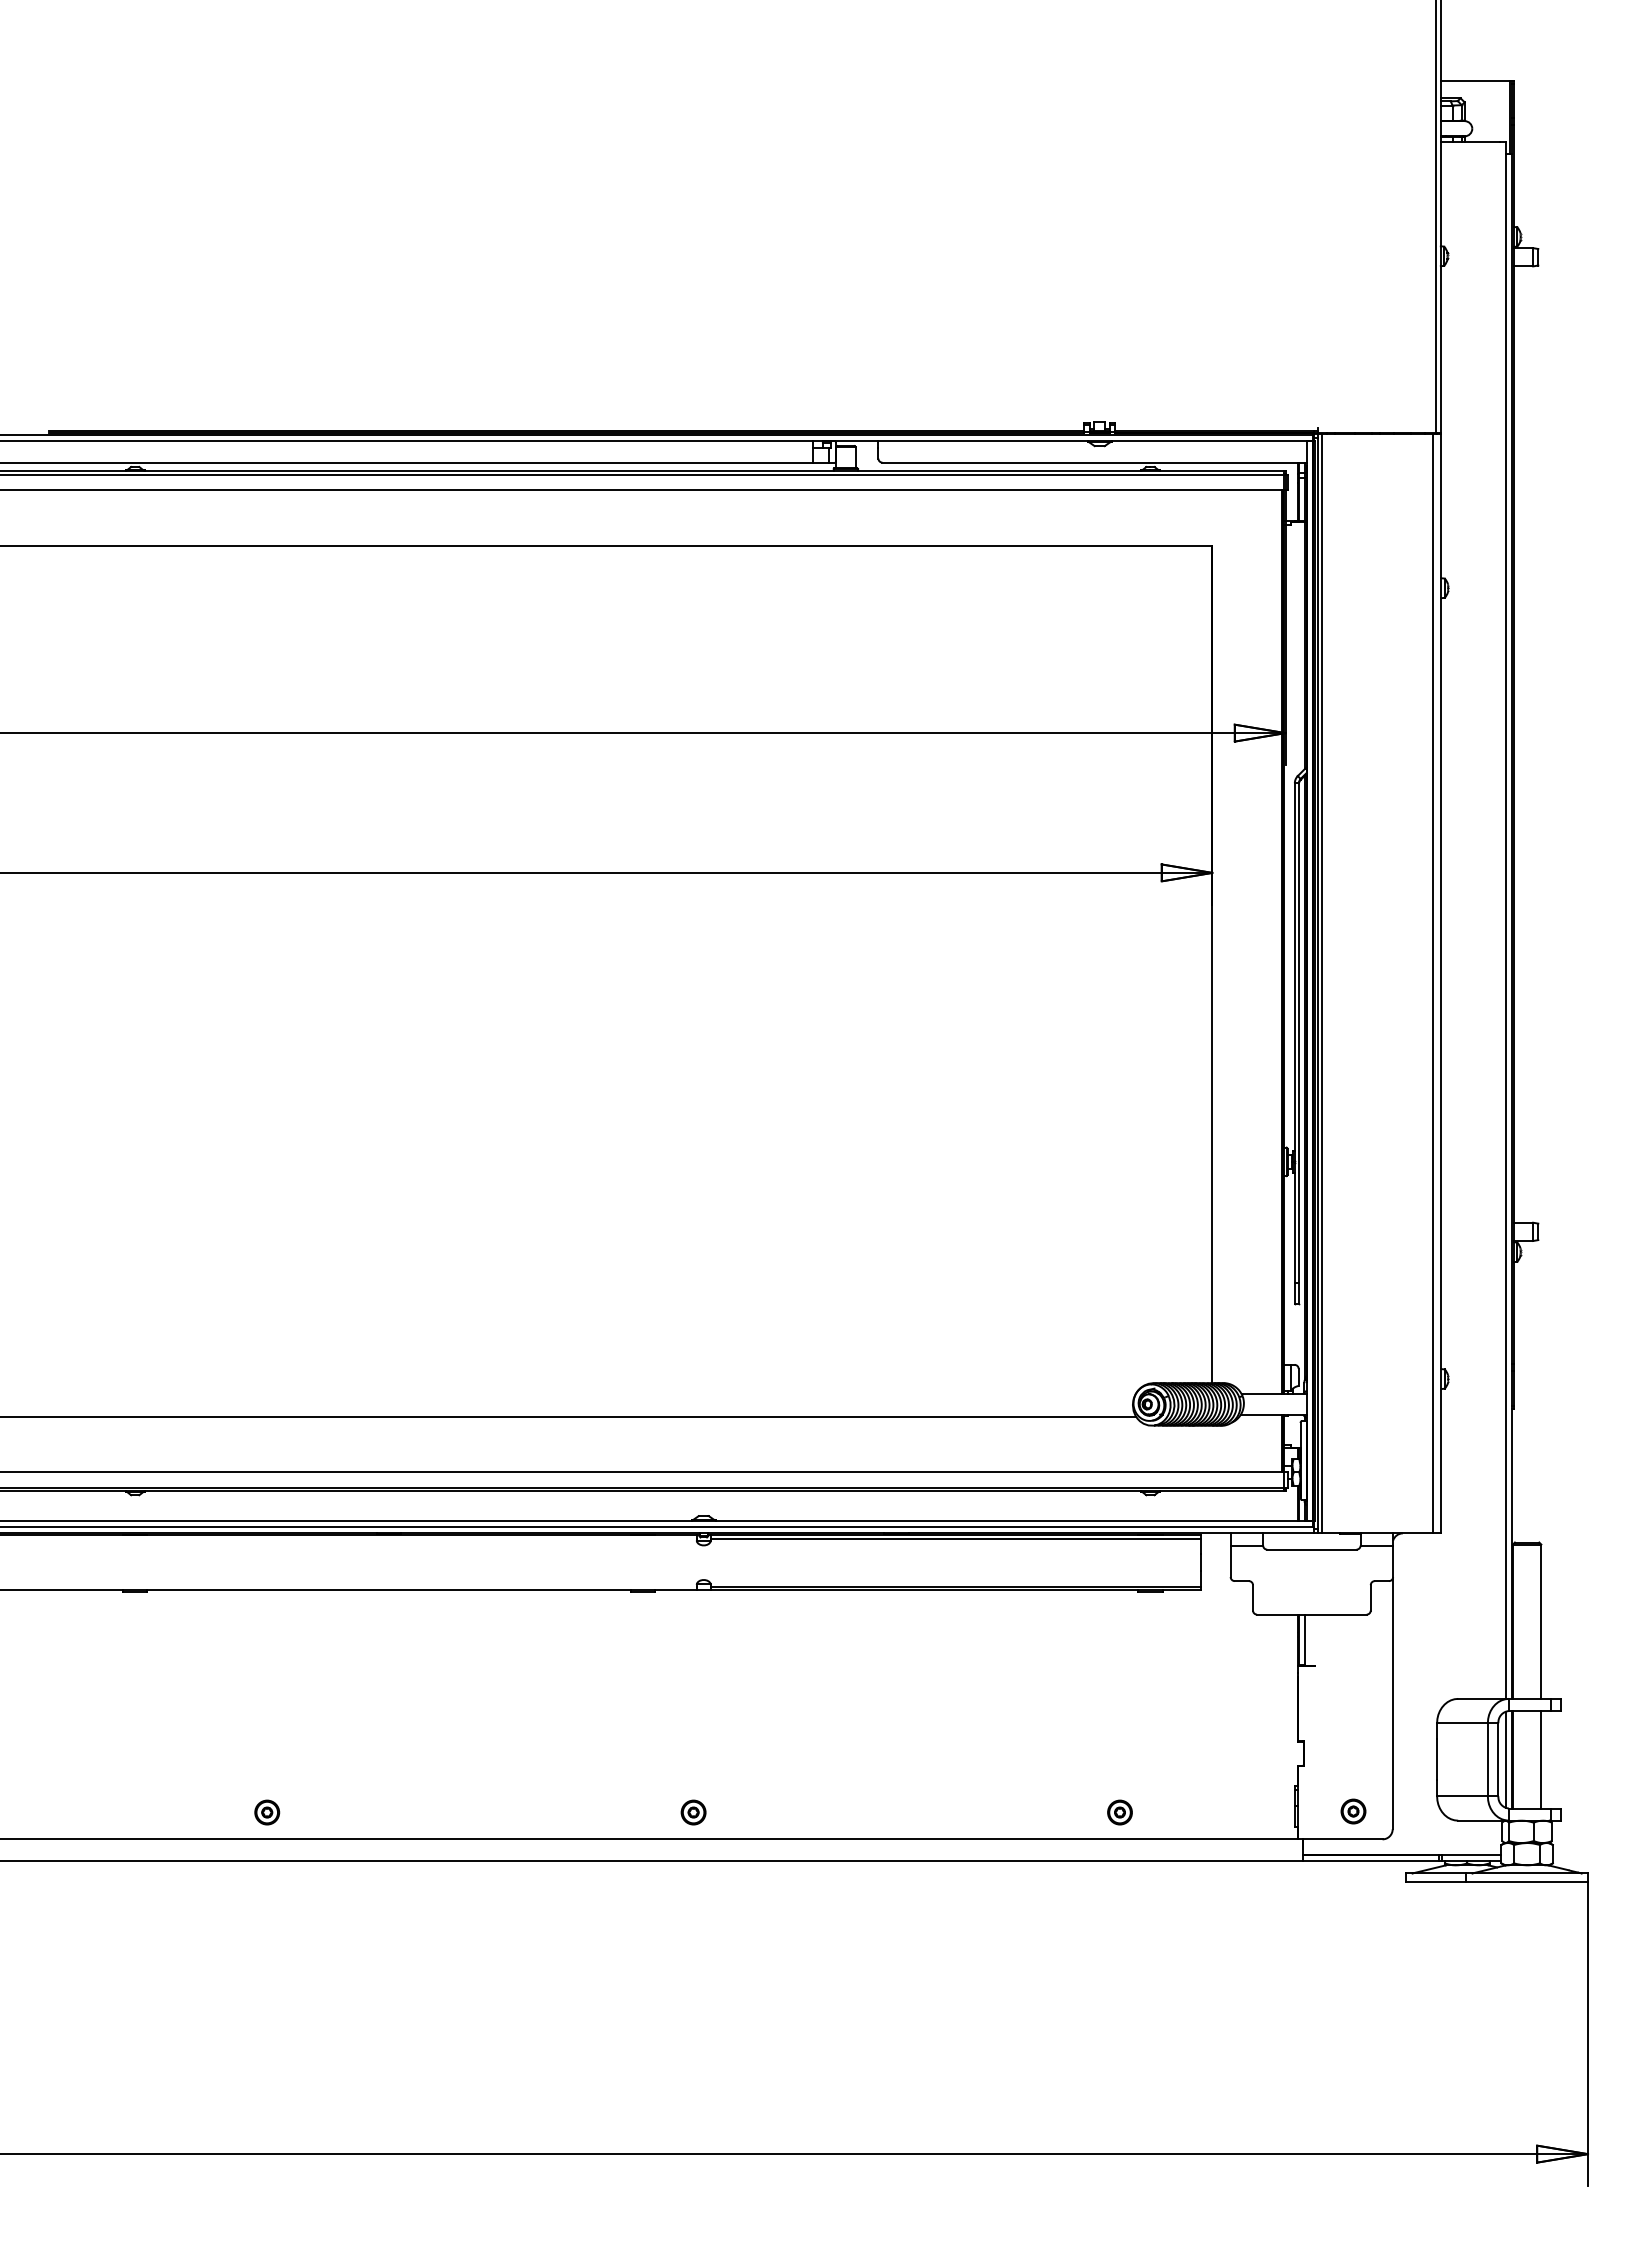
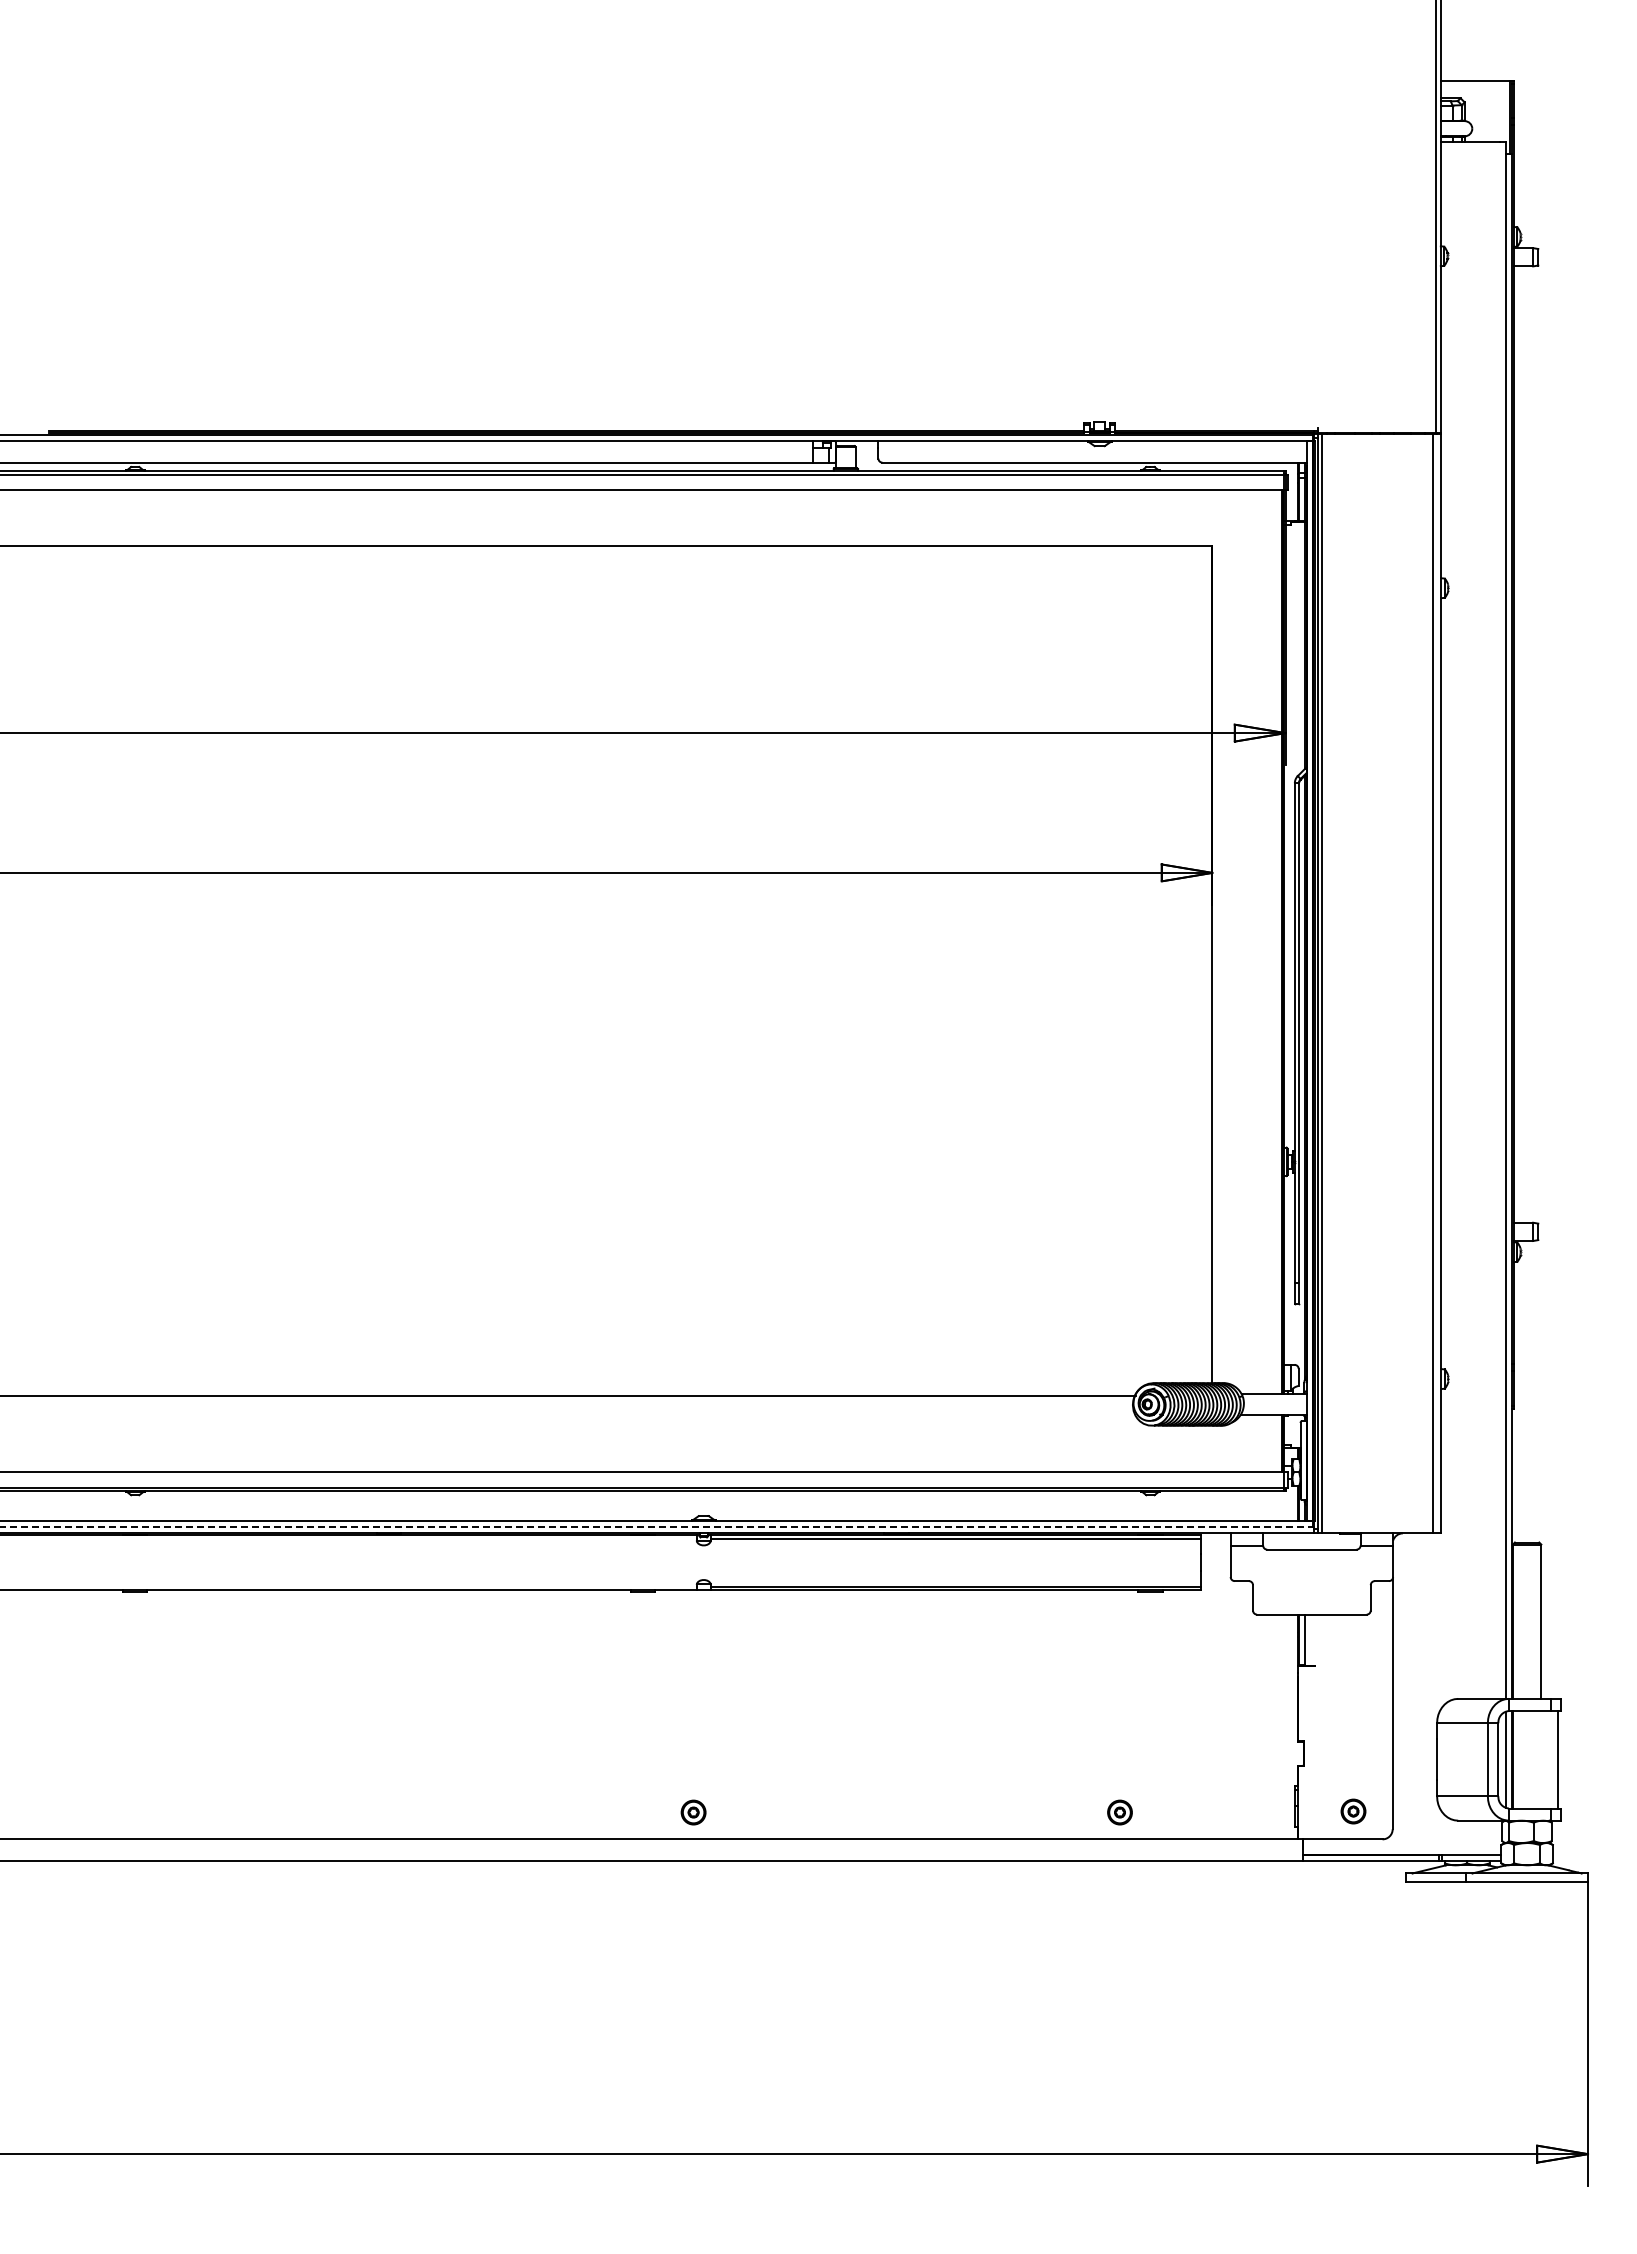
line at (569, 1416) position: (569, 1416) -> (569, 1395)
line at (657, 1527): solid -> dashed
line at (1541, 1759) position: (1541, 1759) -> (1558, 1759)
part at (267, 1812): present -> none
